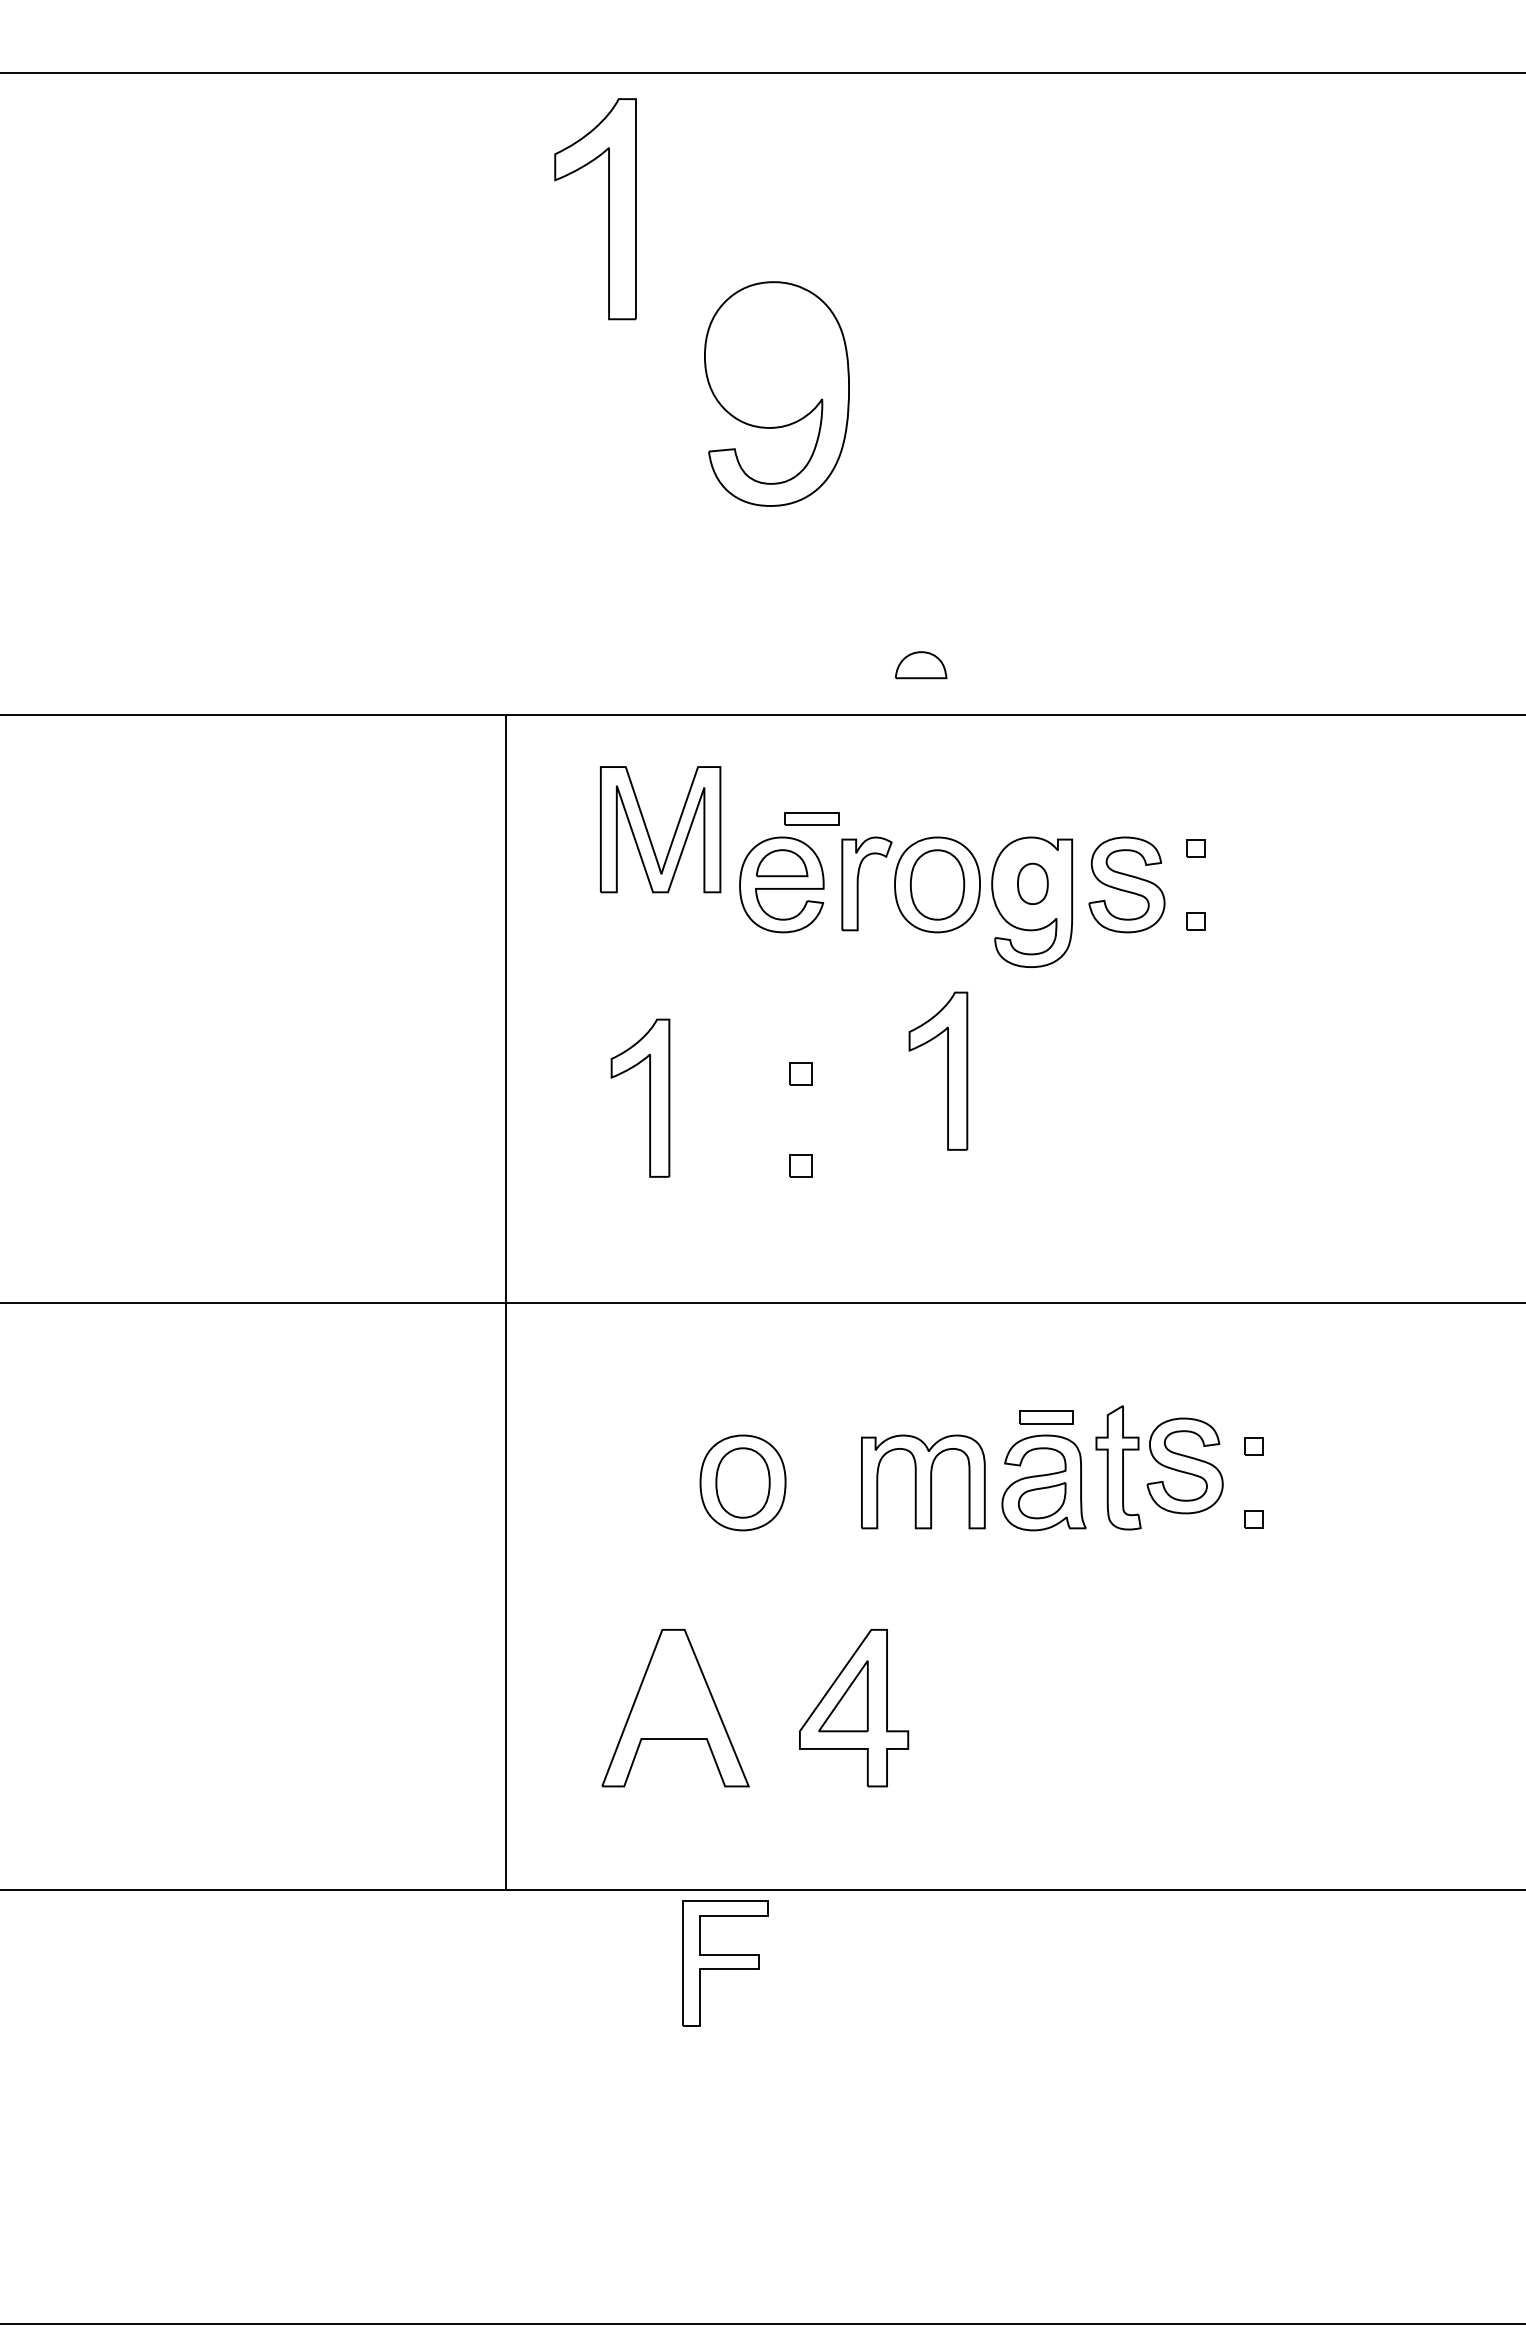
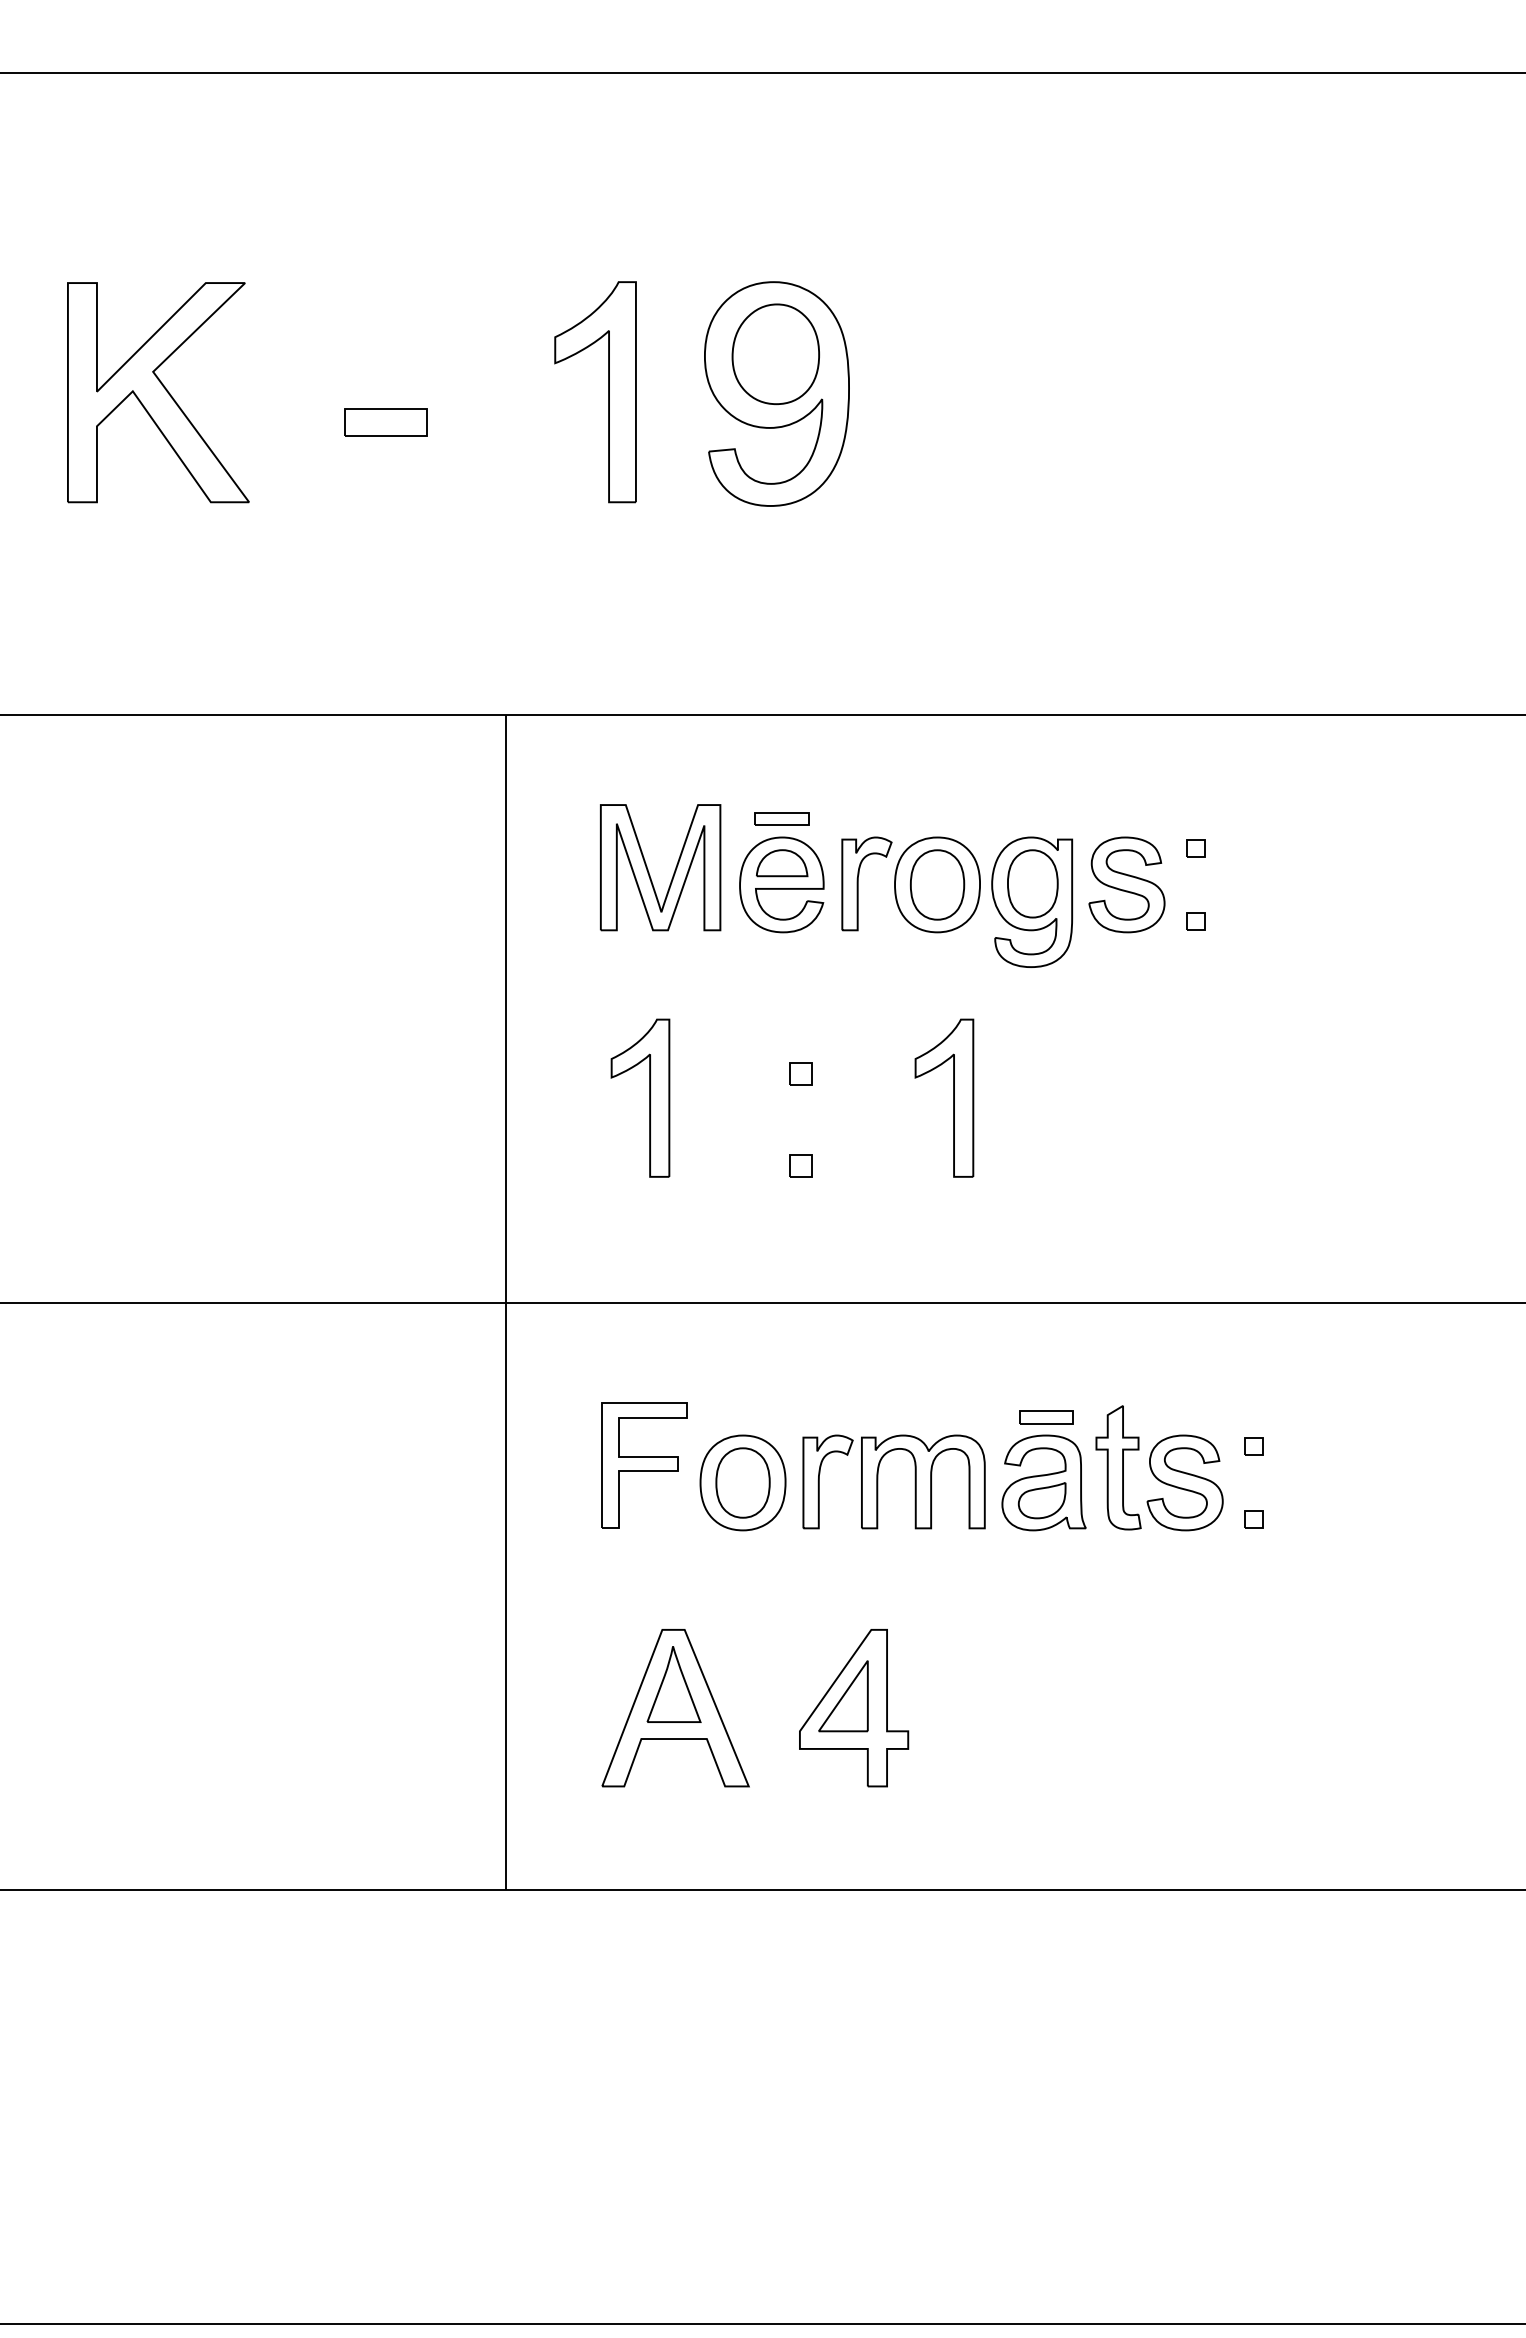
part at (608, 209) position: (608, 209) -> (608, 392)
part at (775, 354): none -> present
part at (158, 392): none -> present
part at (385, 422): none -> present
part at (921, 665): present -> none
part at (811, 818) position: (811, 818) -> (781, 818)
part at (649, 834) position: (649, 834) -> (649, 872)
part at (1032, 883) size: 32x43 px -> 52x70 px
part at (947, 1070) position: (947, 1070) -> (953, 1097)
part at (1184, 1465) position: (1184, 1465) -> (1184, 1482)
part at (819, 1481): none -> present
part at (673, 1684): none -> present
part at (725, 1963) position: (725, 1963) -> (644, 1465)
